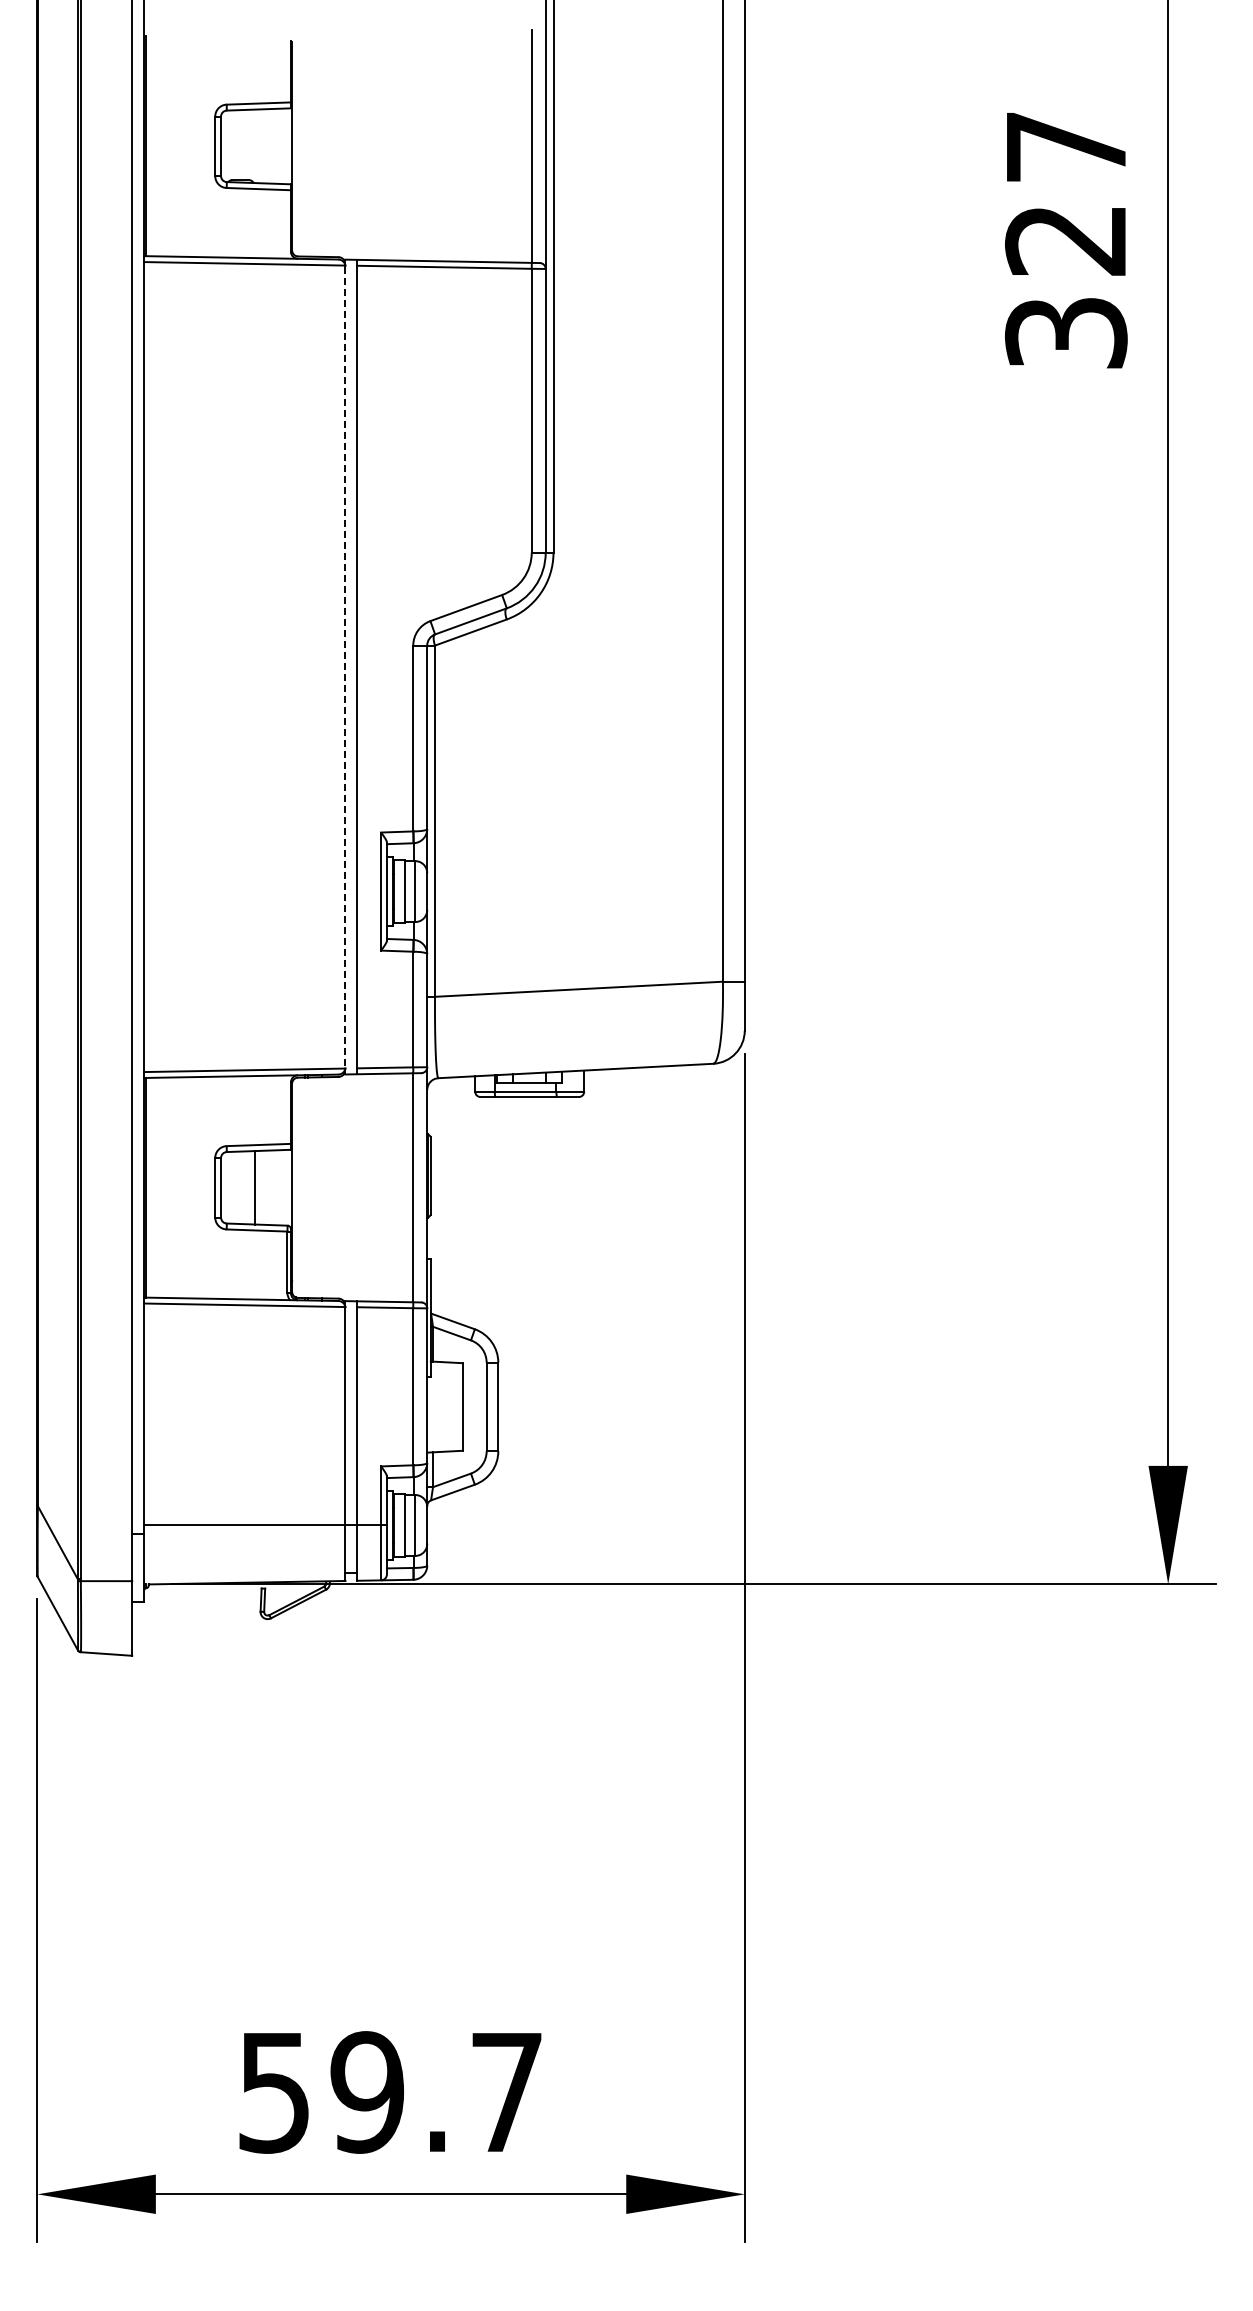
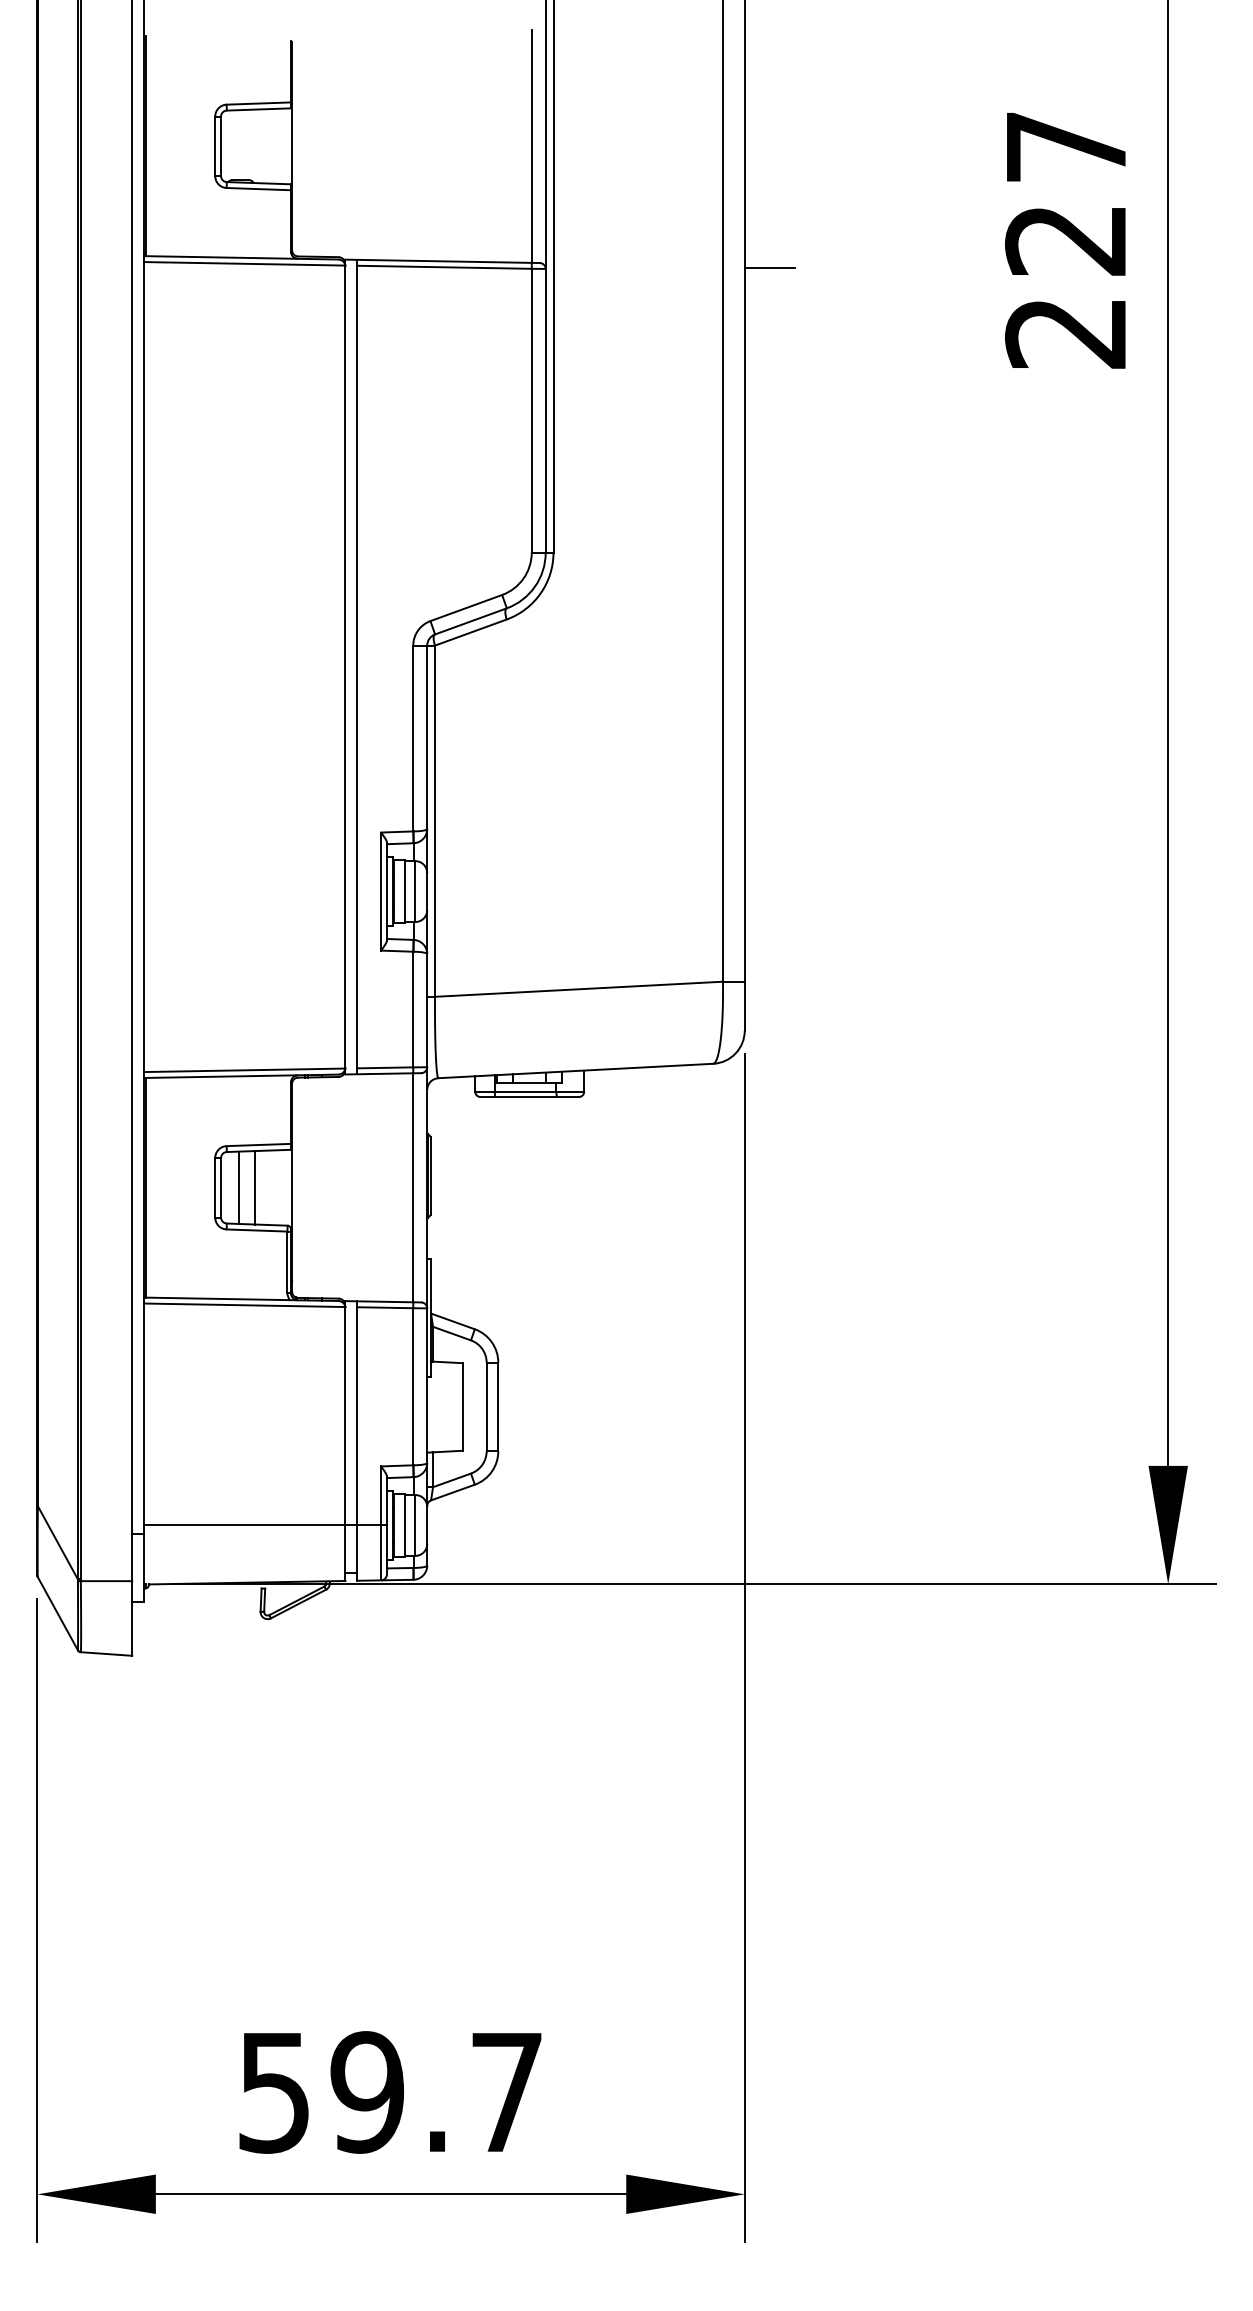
line at (769, 268): none -> present
text at (1066, 333): 327 -> 227
line at (345, 667): dashed -> solid
line at (238, 1187): none -> present
